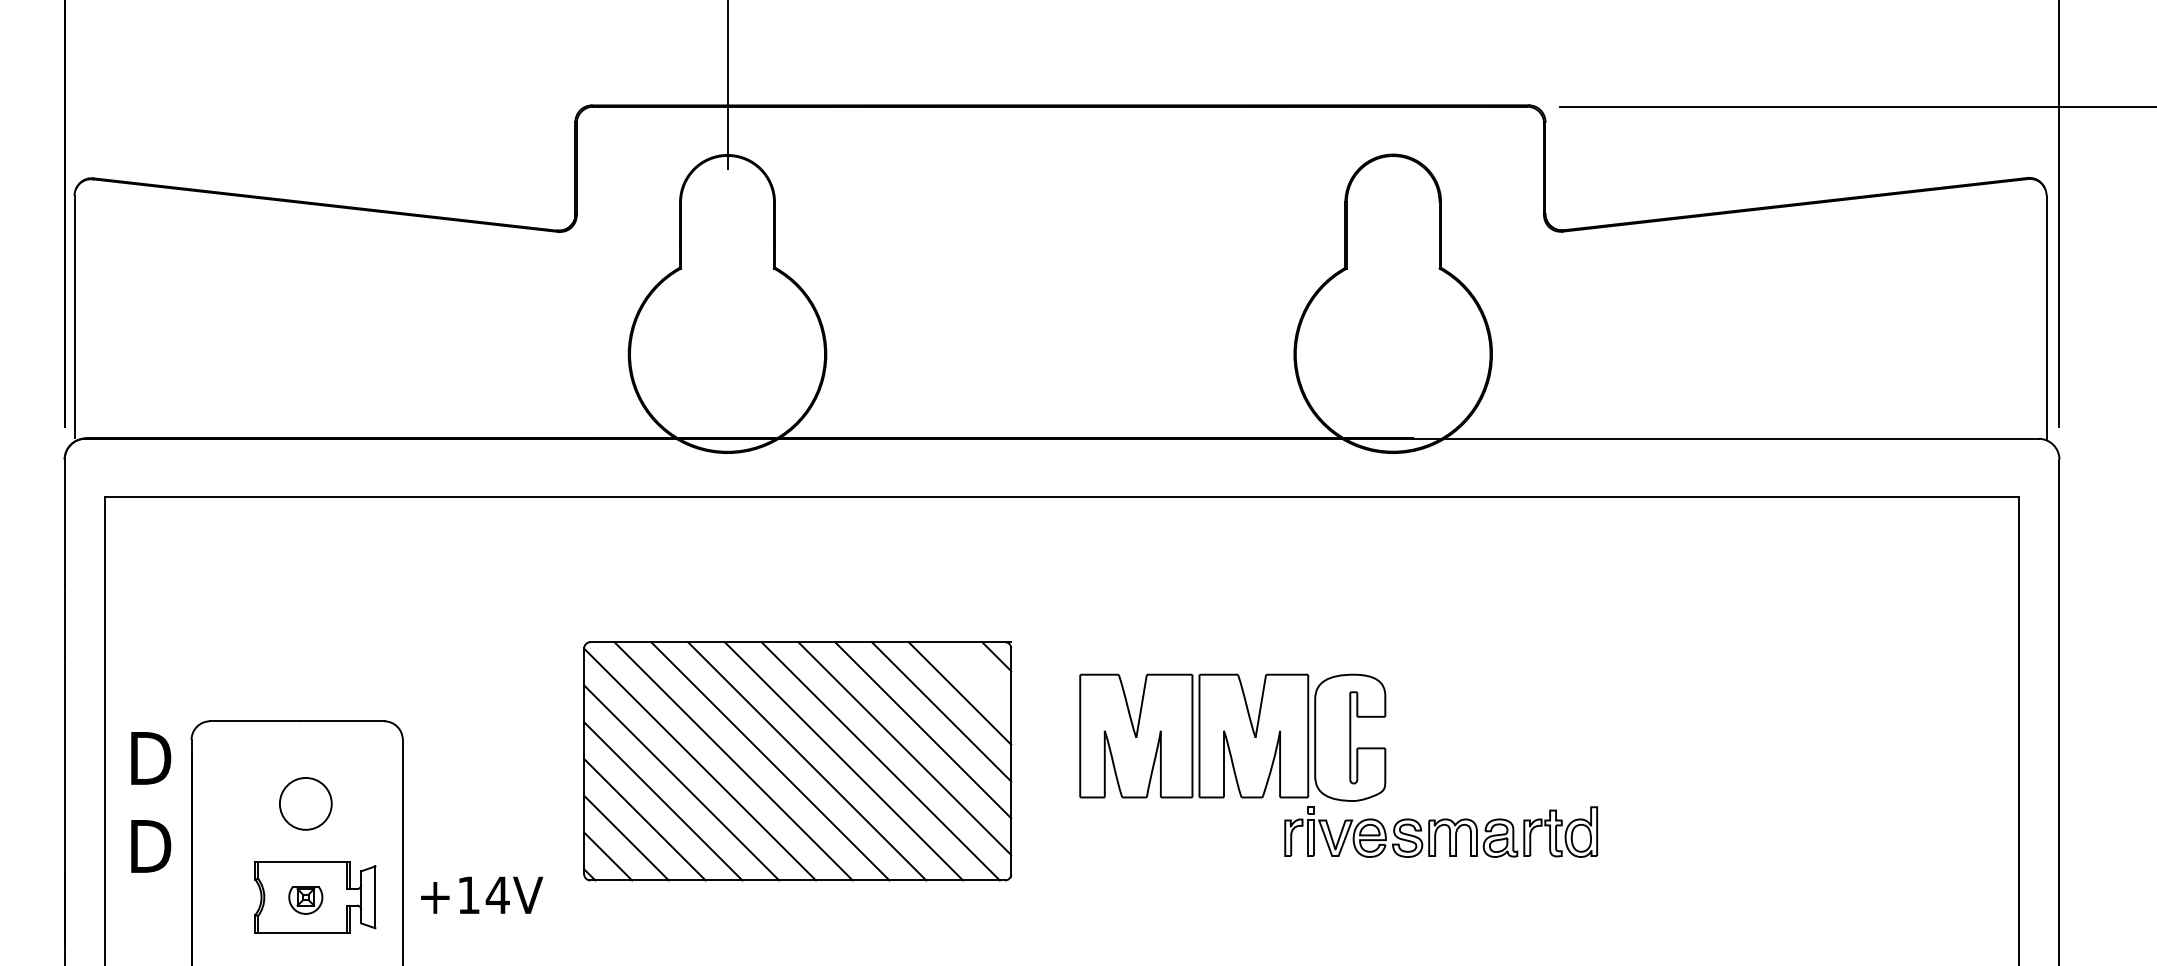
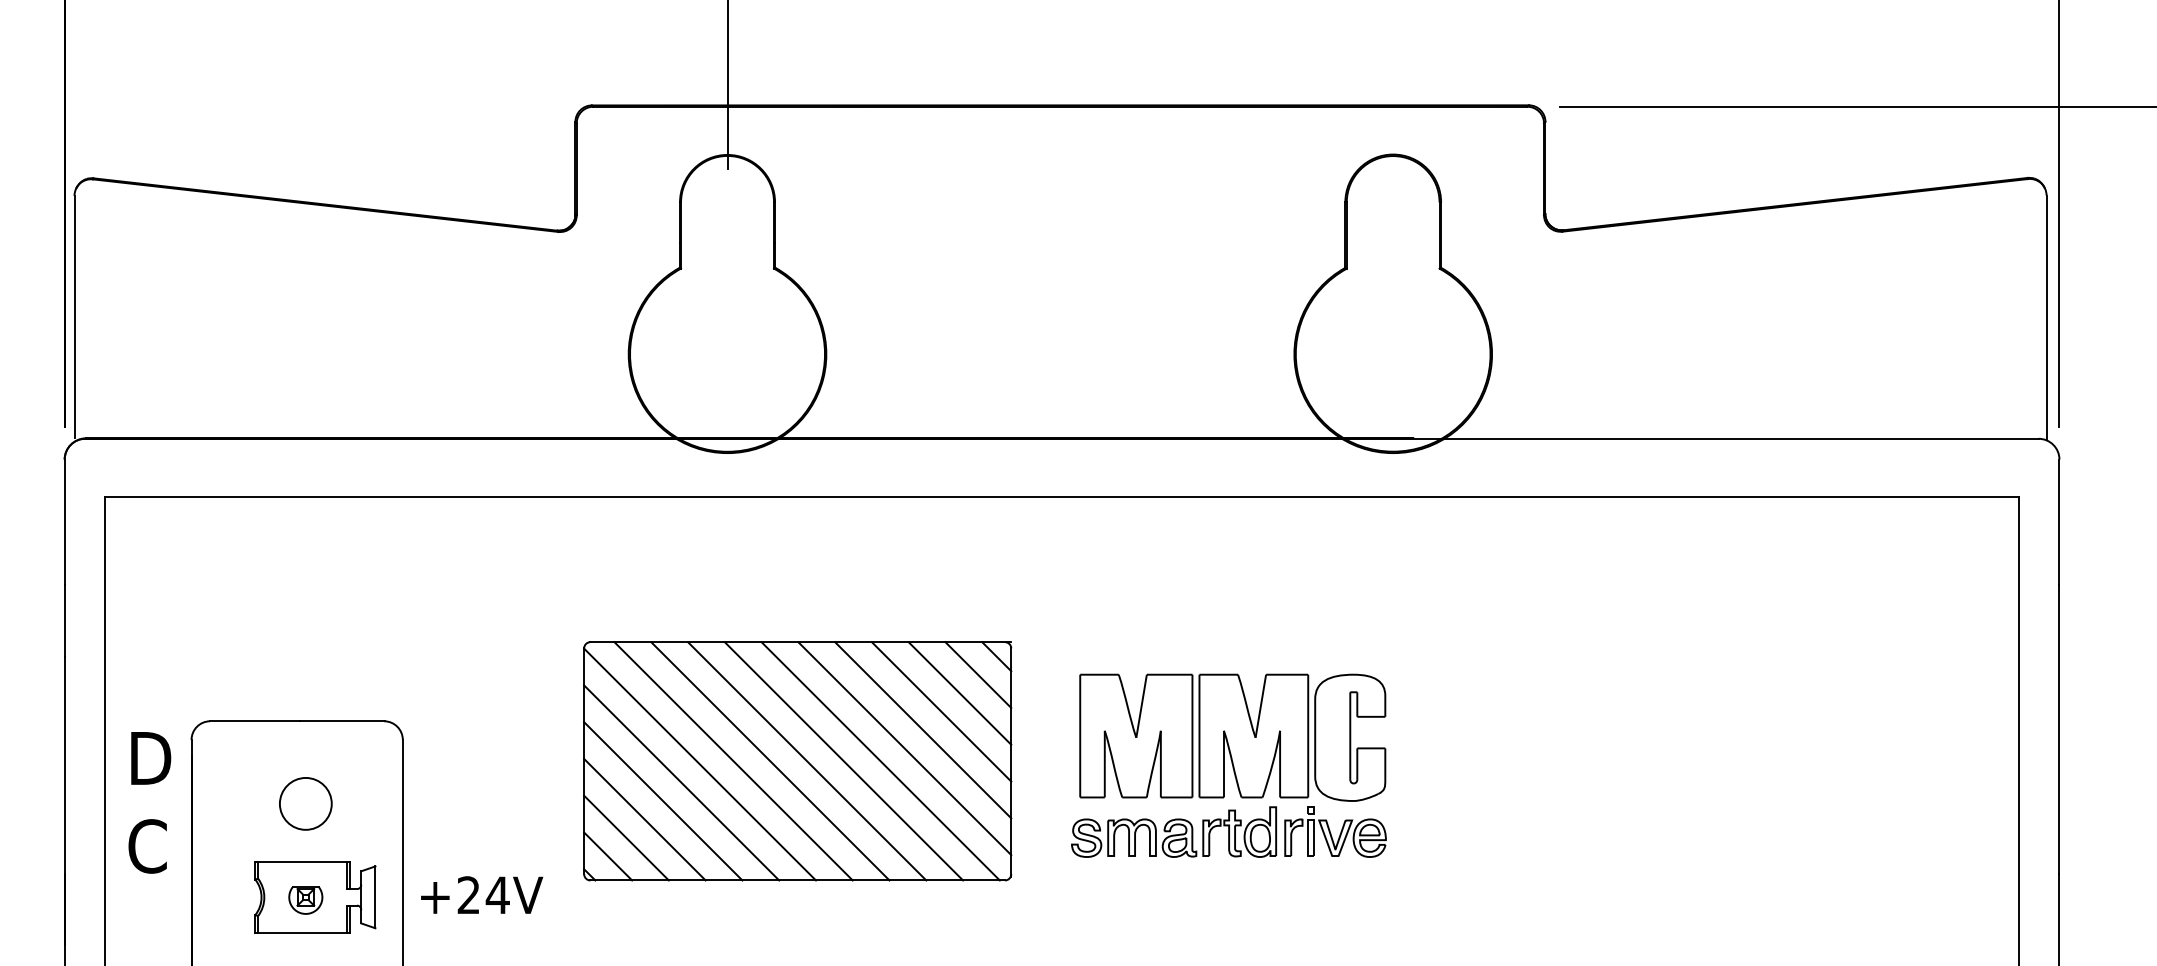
line at (978, 675): none -> present
part at (1494, 831) position: (1494, 831) -> (1173, 831)
text at (149, 846): D -> C
text at (468, 894): +14V -> +24V
